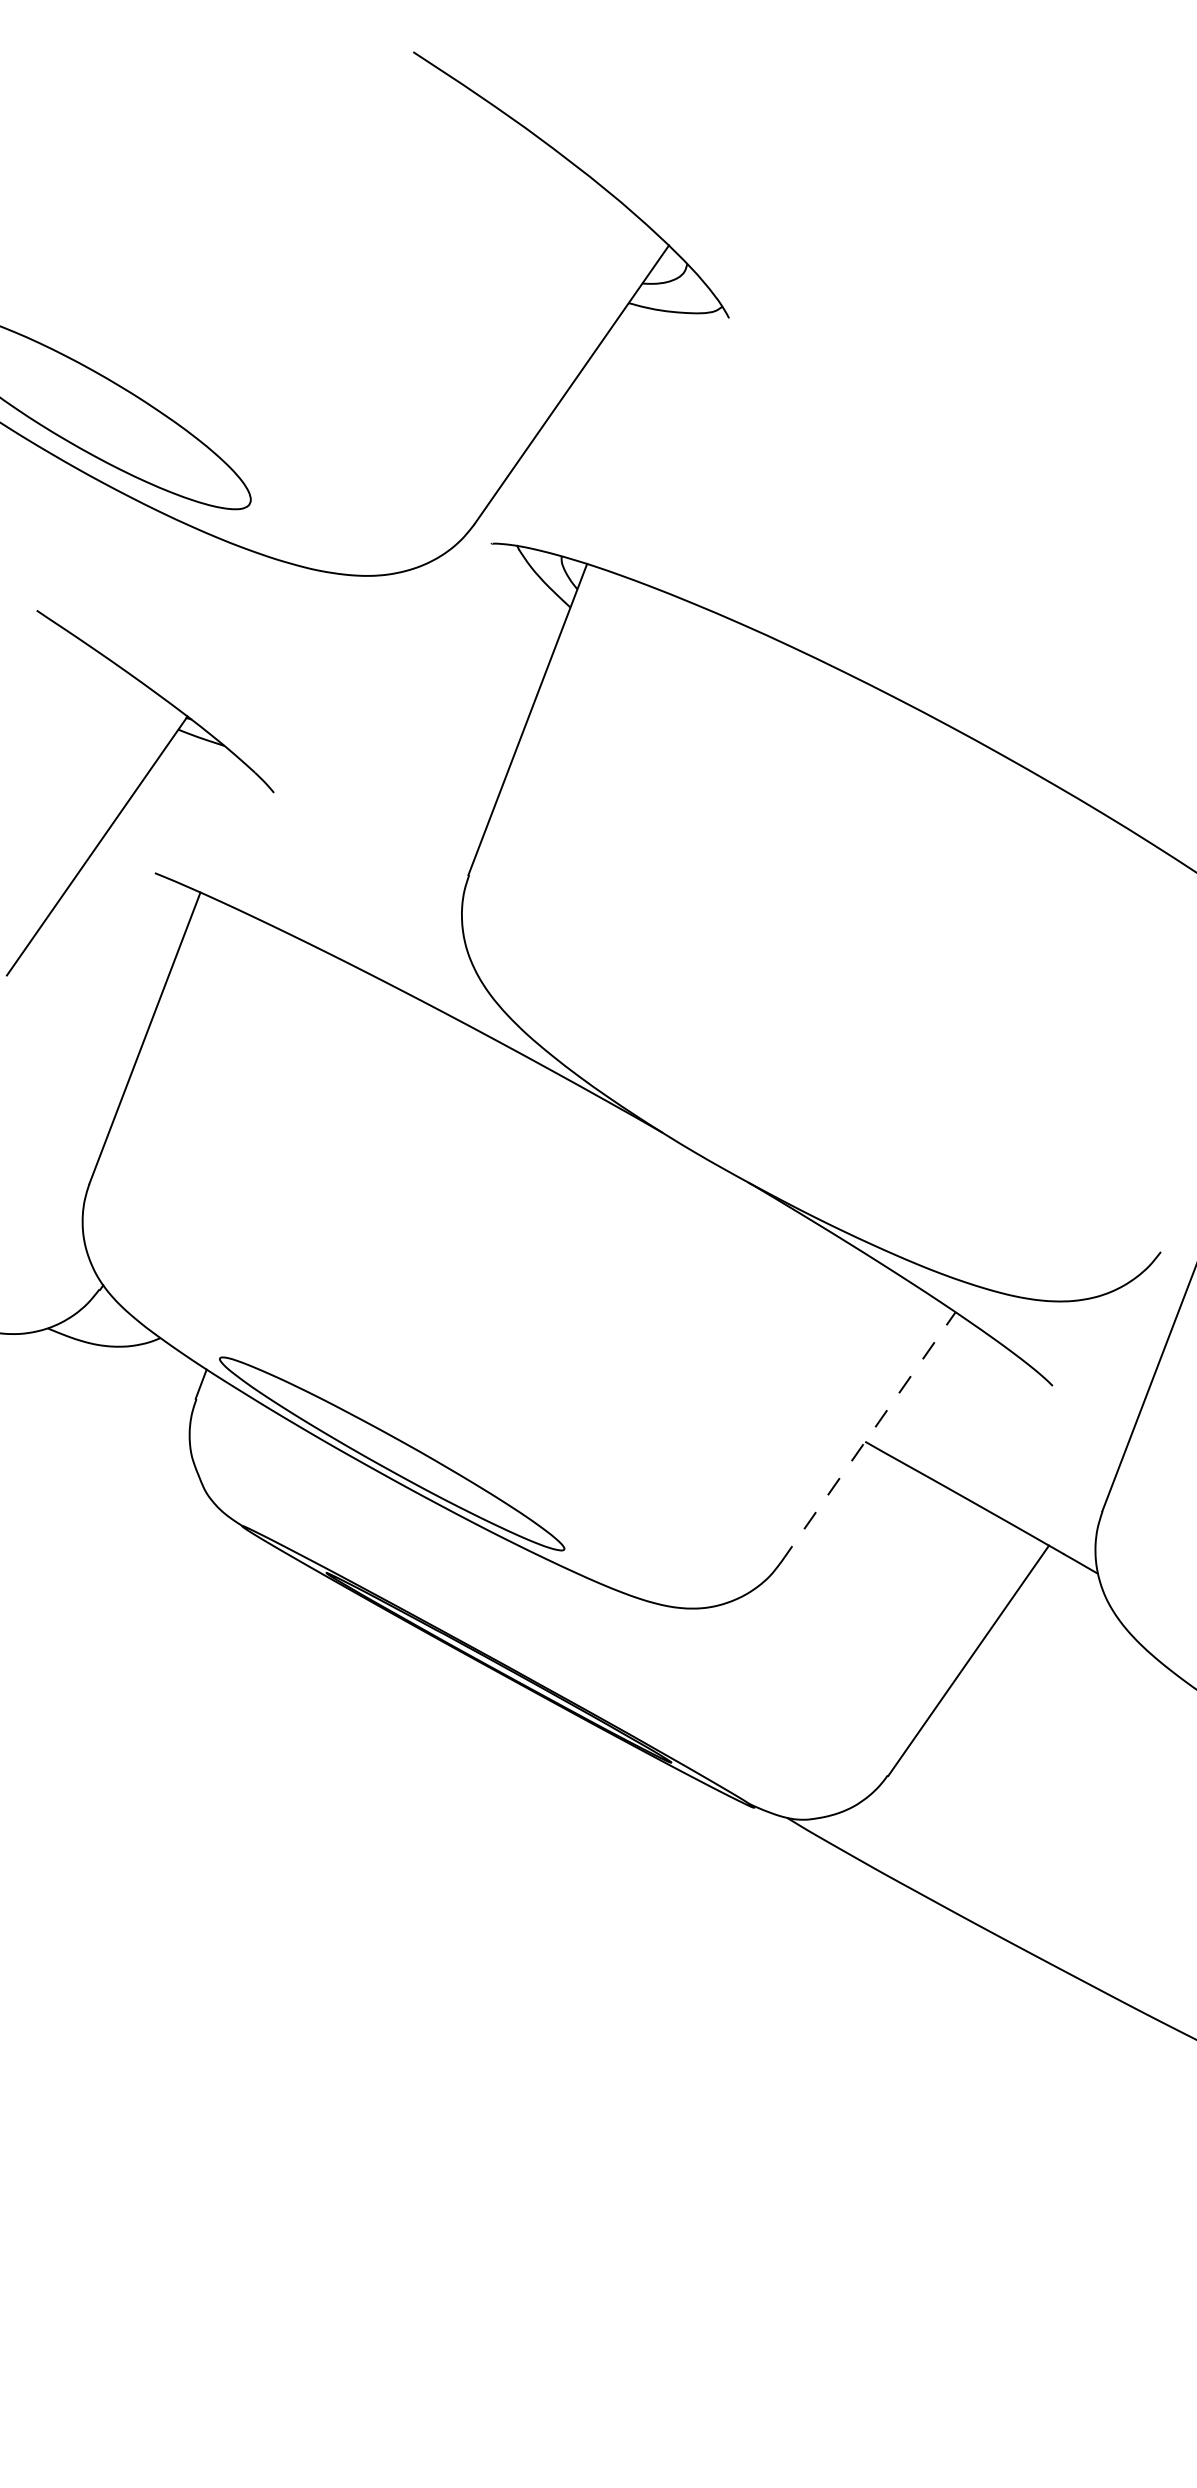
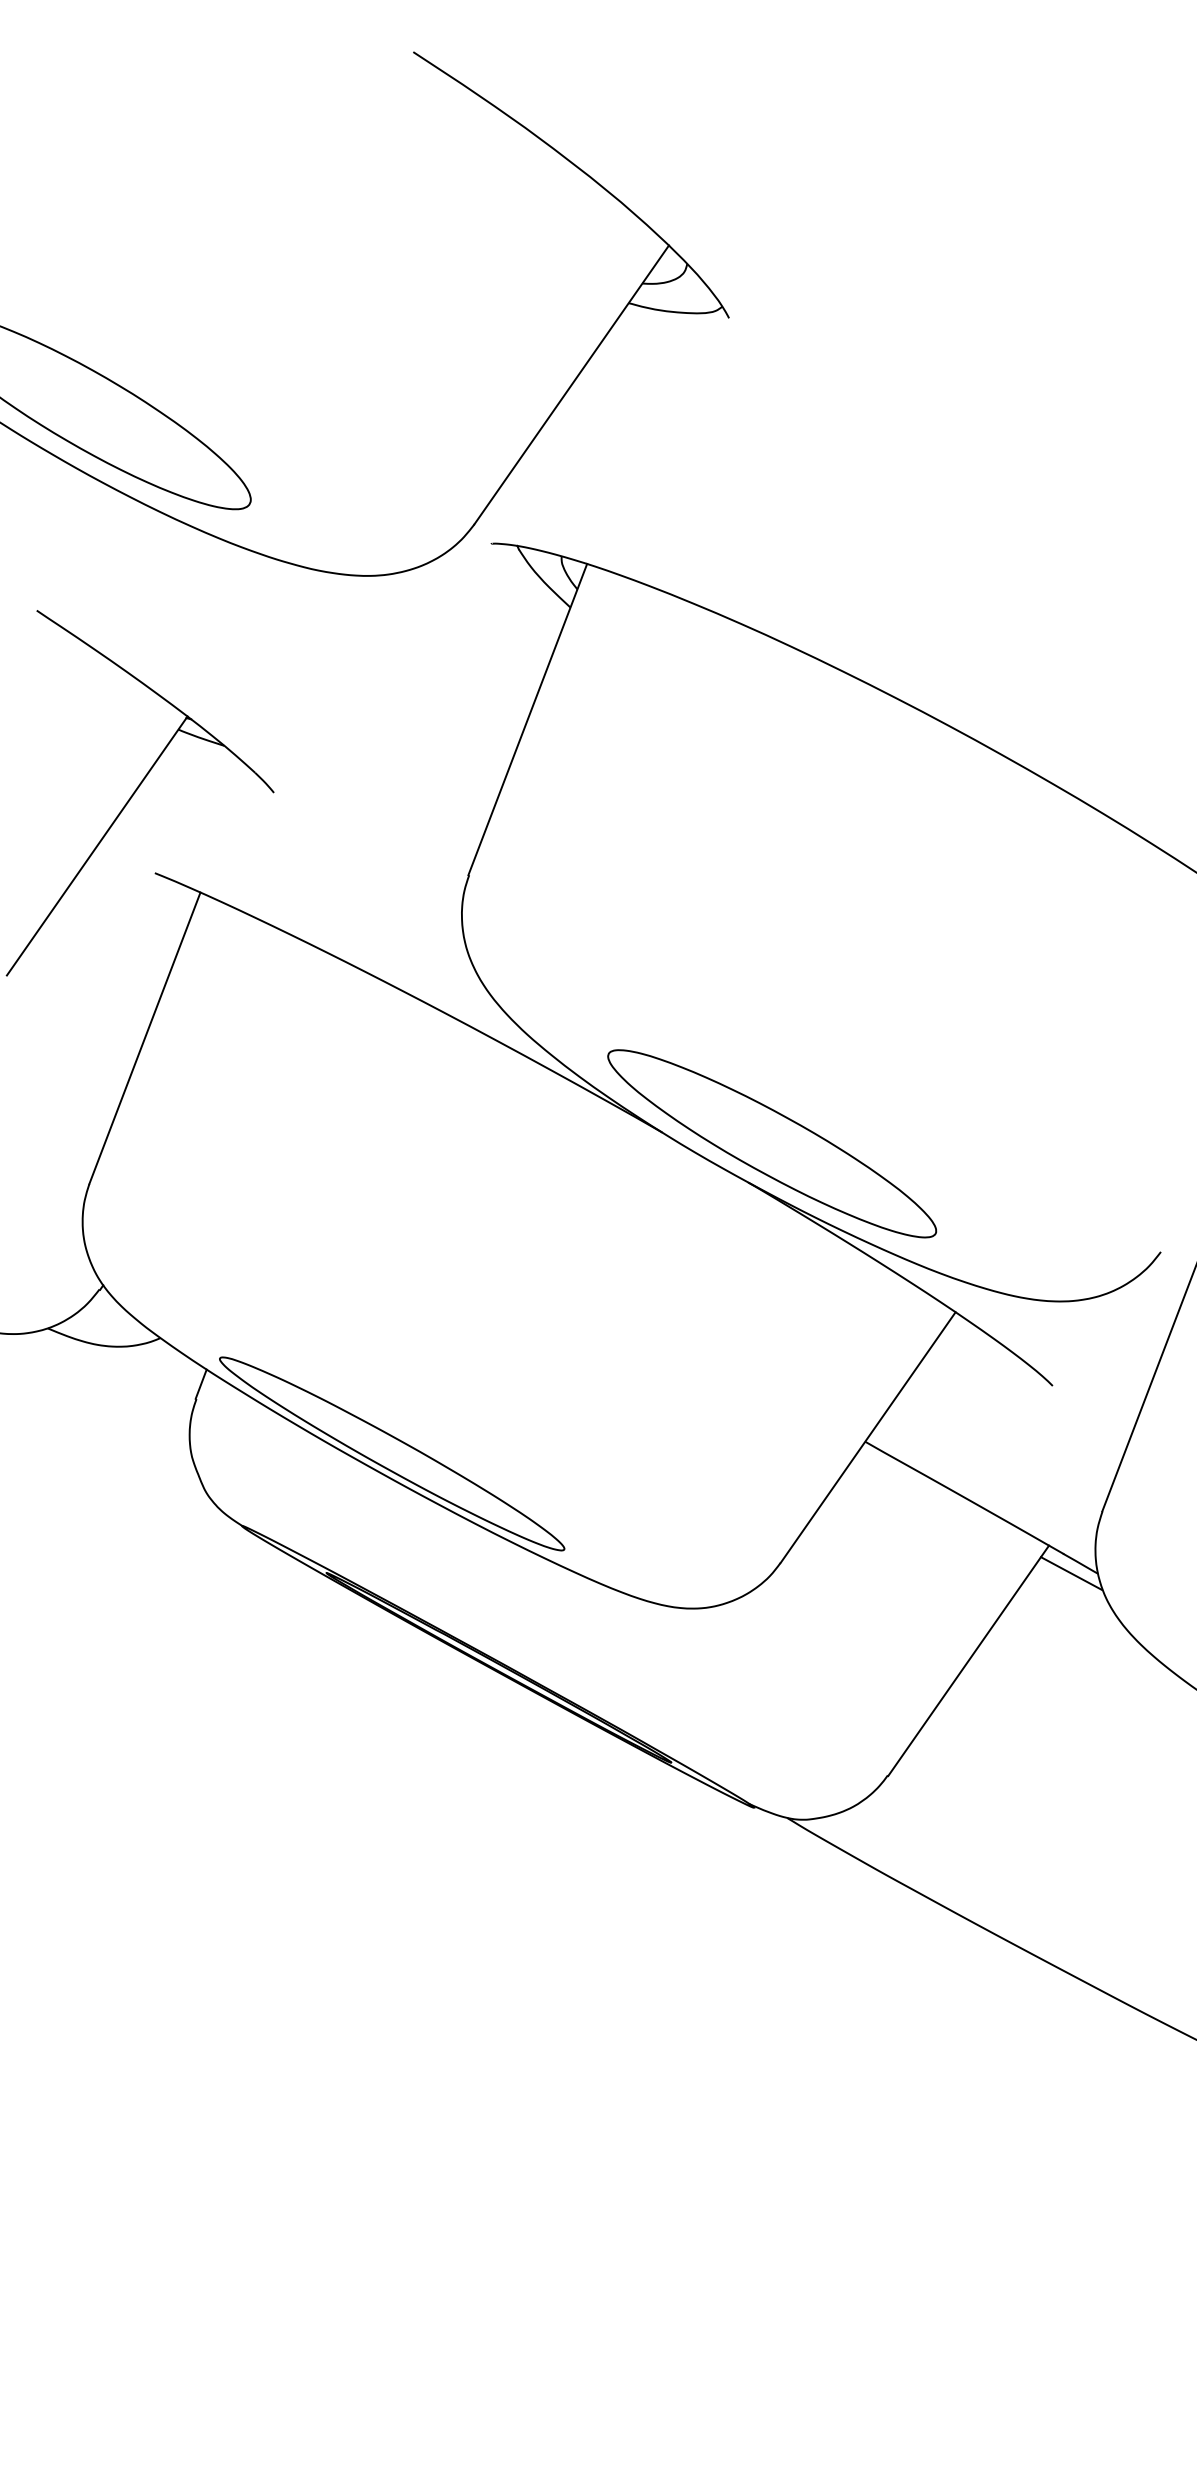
part at (772, 1143): none -> present
line at (868, 1437): dashed -> solid
line at (1070, 1573): none -> present
